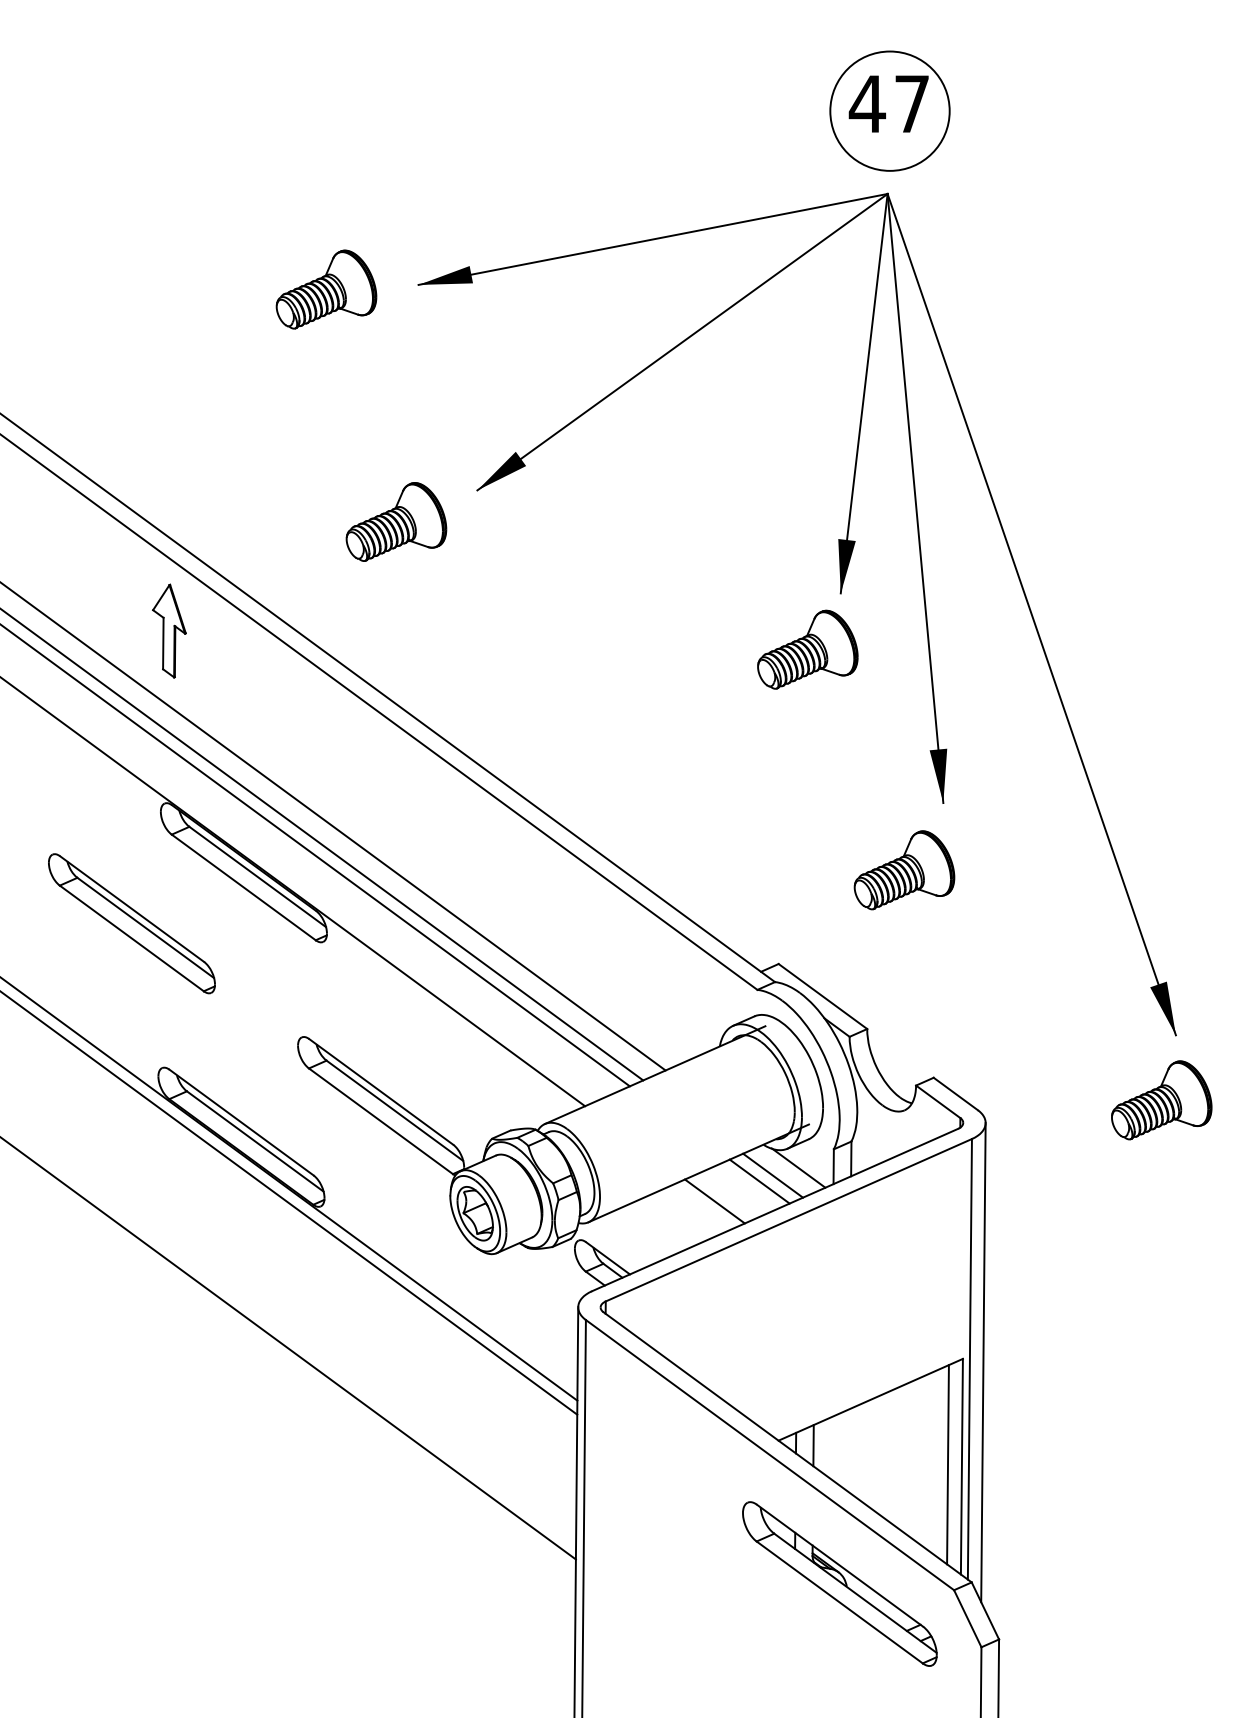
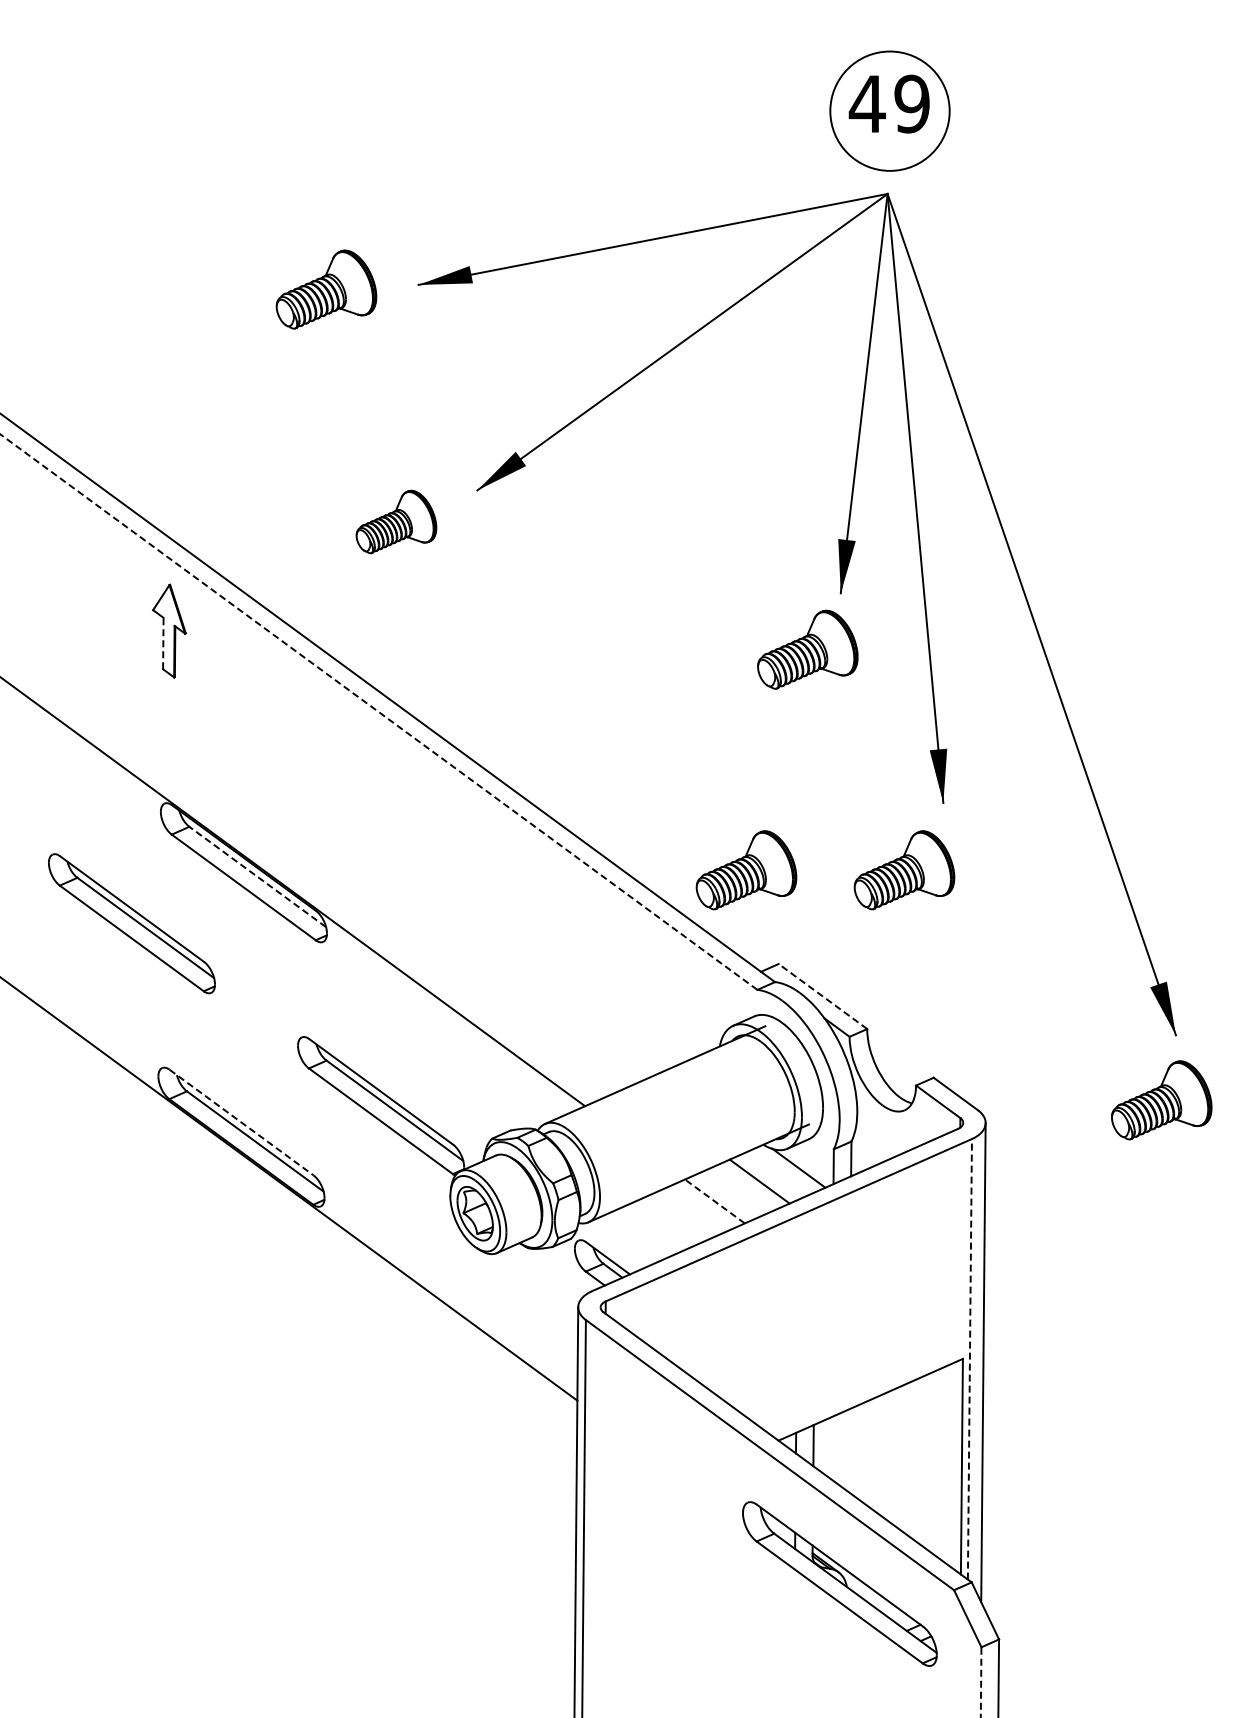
text at (911, 103): 47 -> 49
part at (396, 521) size: 103x80 px -> 83x66 px
line at (163, 643): solid -> dashed
line at (378, 711): solid -> dashed
line at (333, 826): present -> none
line at (322, 845): present -> none
line at (315, 855): present -> none
part at (746, 870): none -> present
line at (257, 876): solid -> dashed
line at (822, 996): solid -> dashed
line at (242, 1122): solid -> dashed
line at (773, 1175): present -> none
line at (714, 1201): solid -> dashed
line at (289, 1203): present -> none
line at (288, 1348): present -> none
line at (969, 1358): solid -> dashed
line at (947, 1464): present -> none
line at (981, 1682): solid -> dashed
